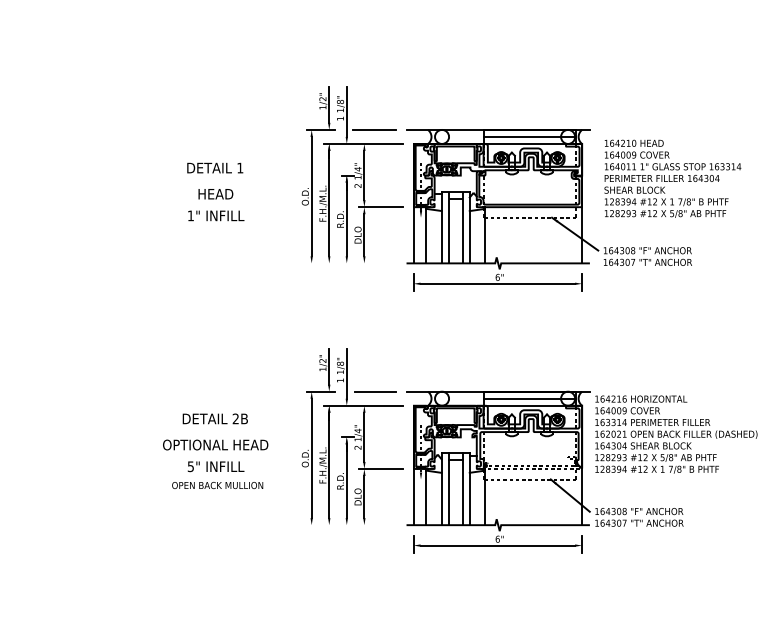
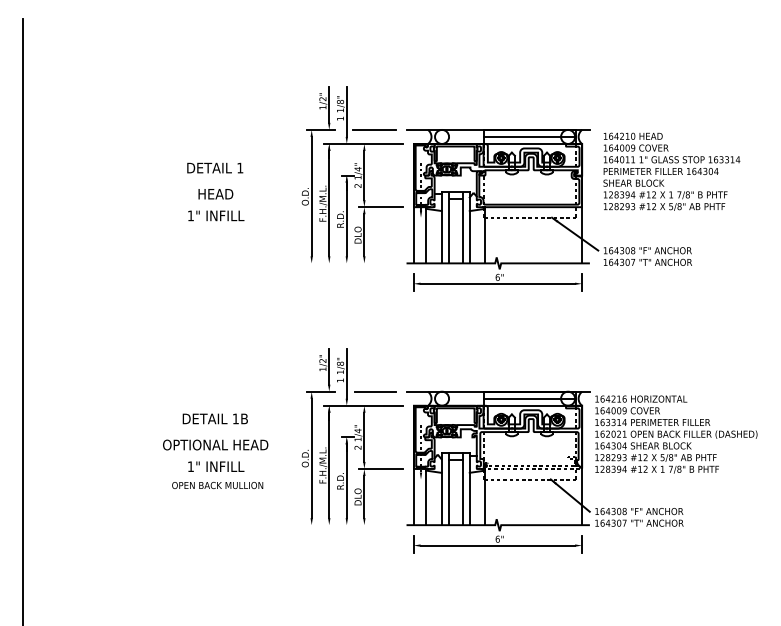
text at (672, 178) position: (672, 178) -> (671, 171)
line at (23, 320): none -> present
text at (235, 418): 2B -> 1B
text at (190, 466): 5" -> 1"
